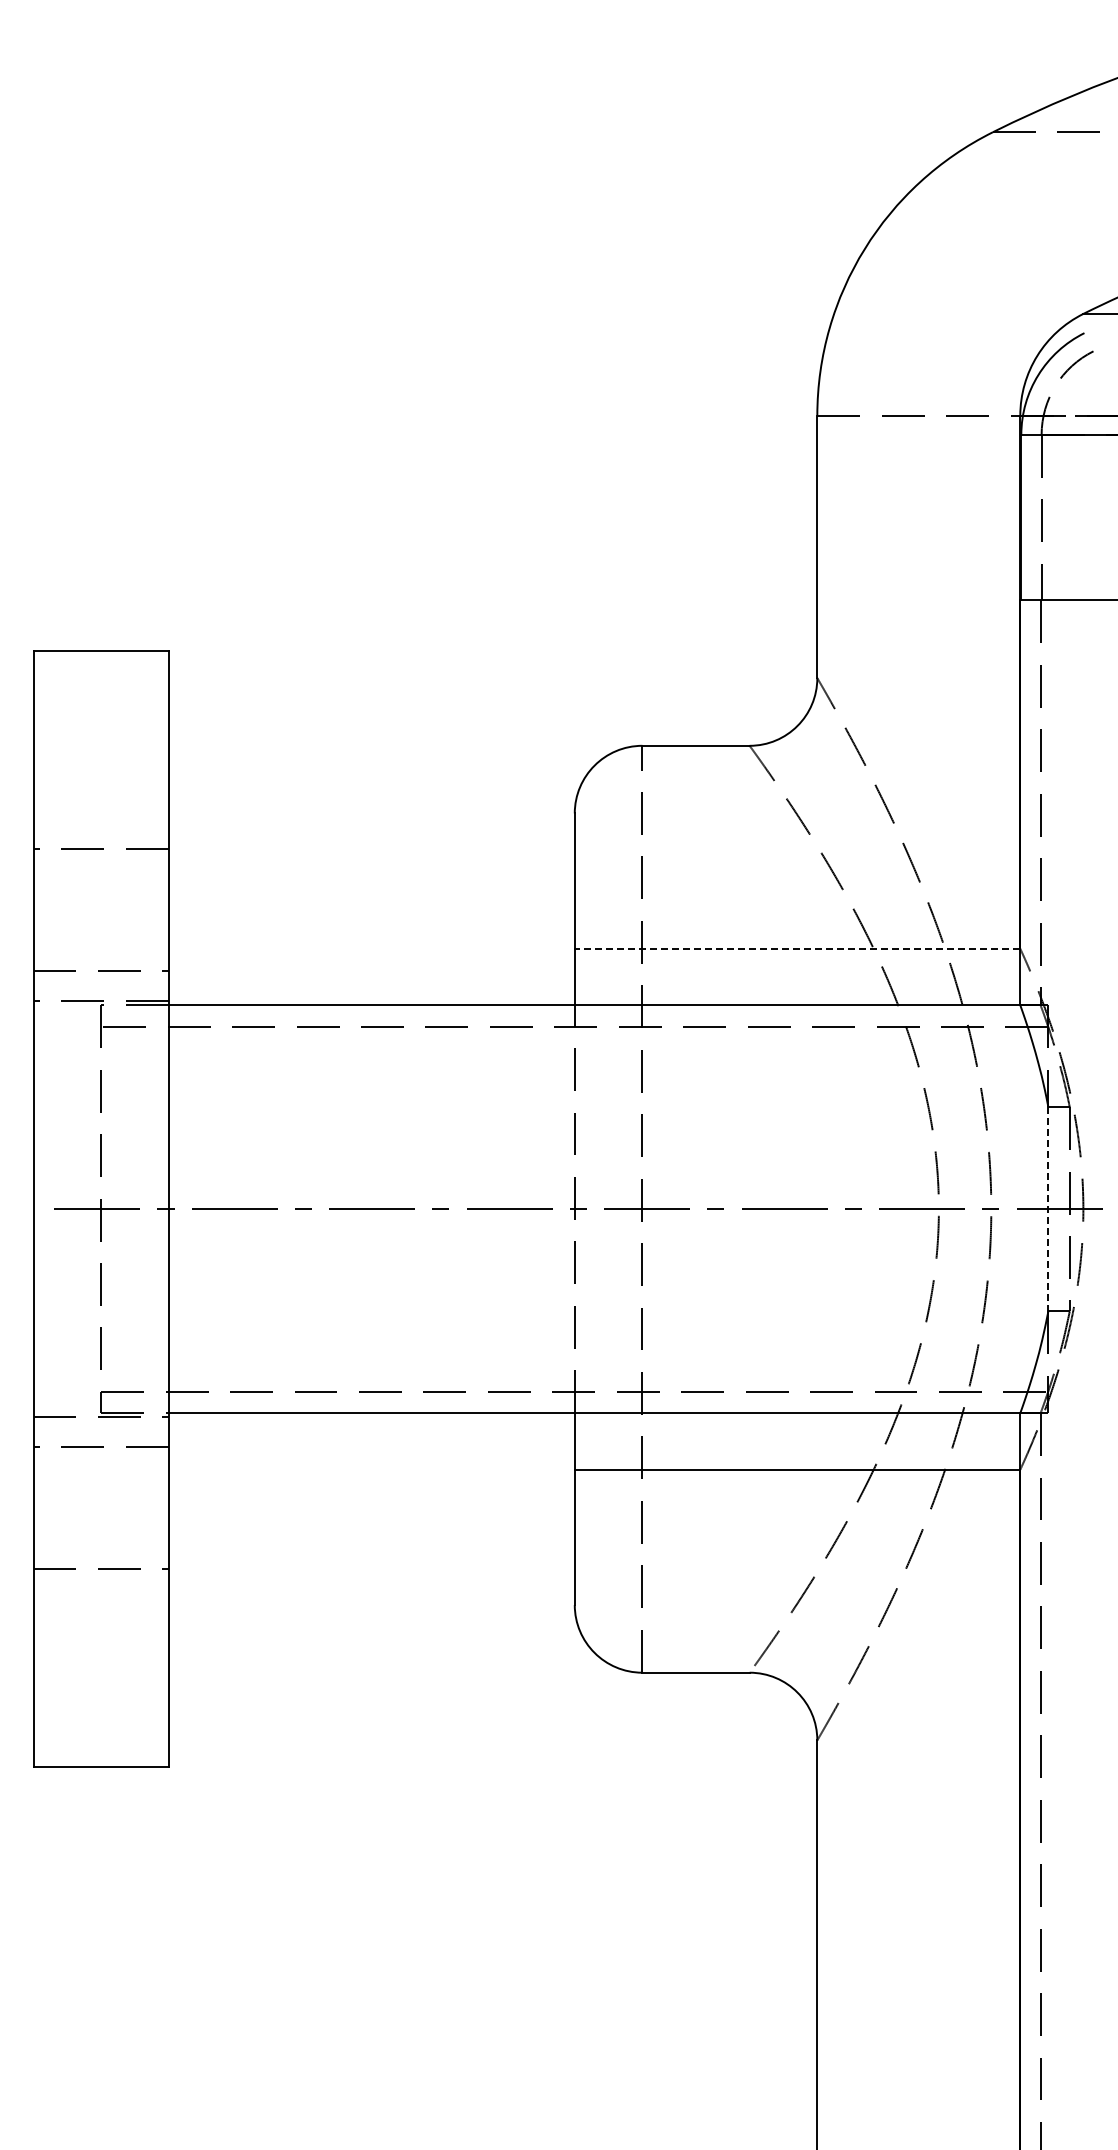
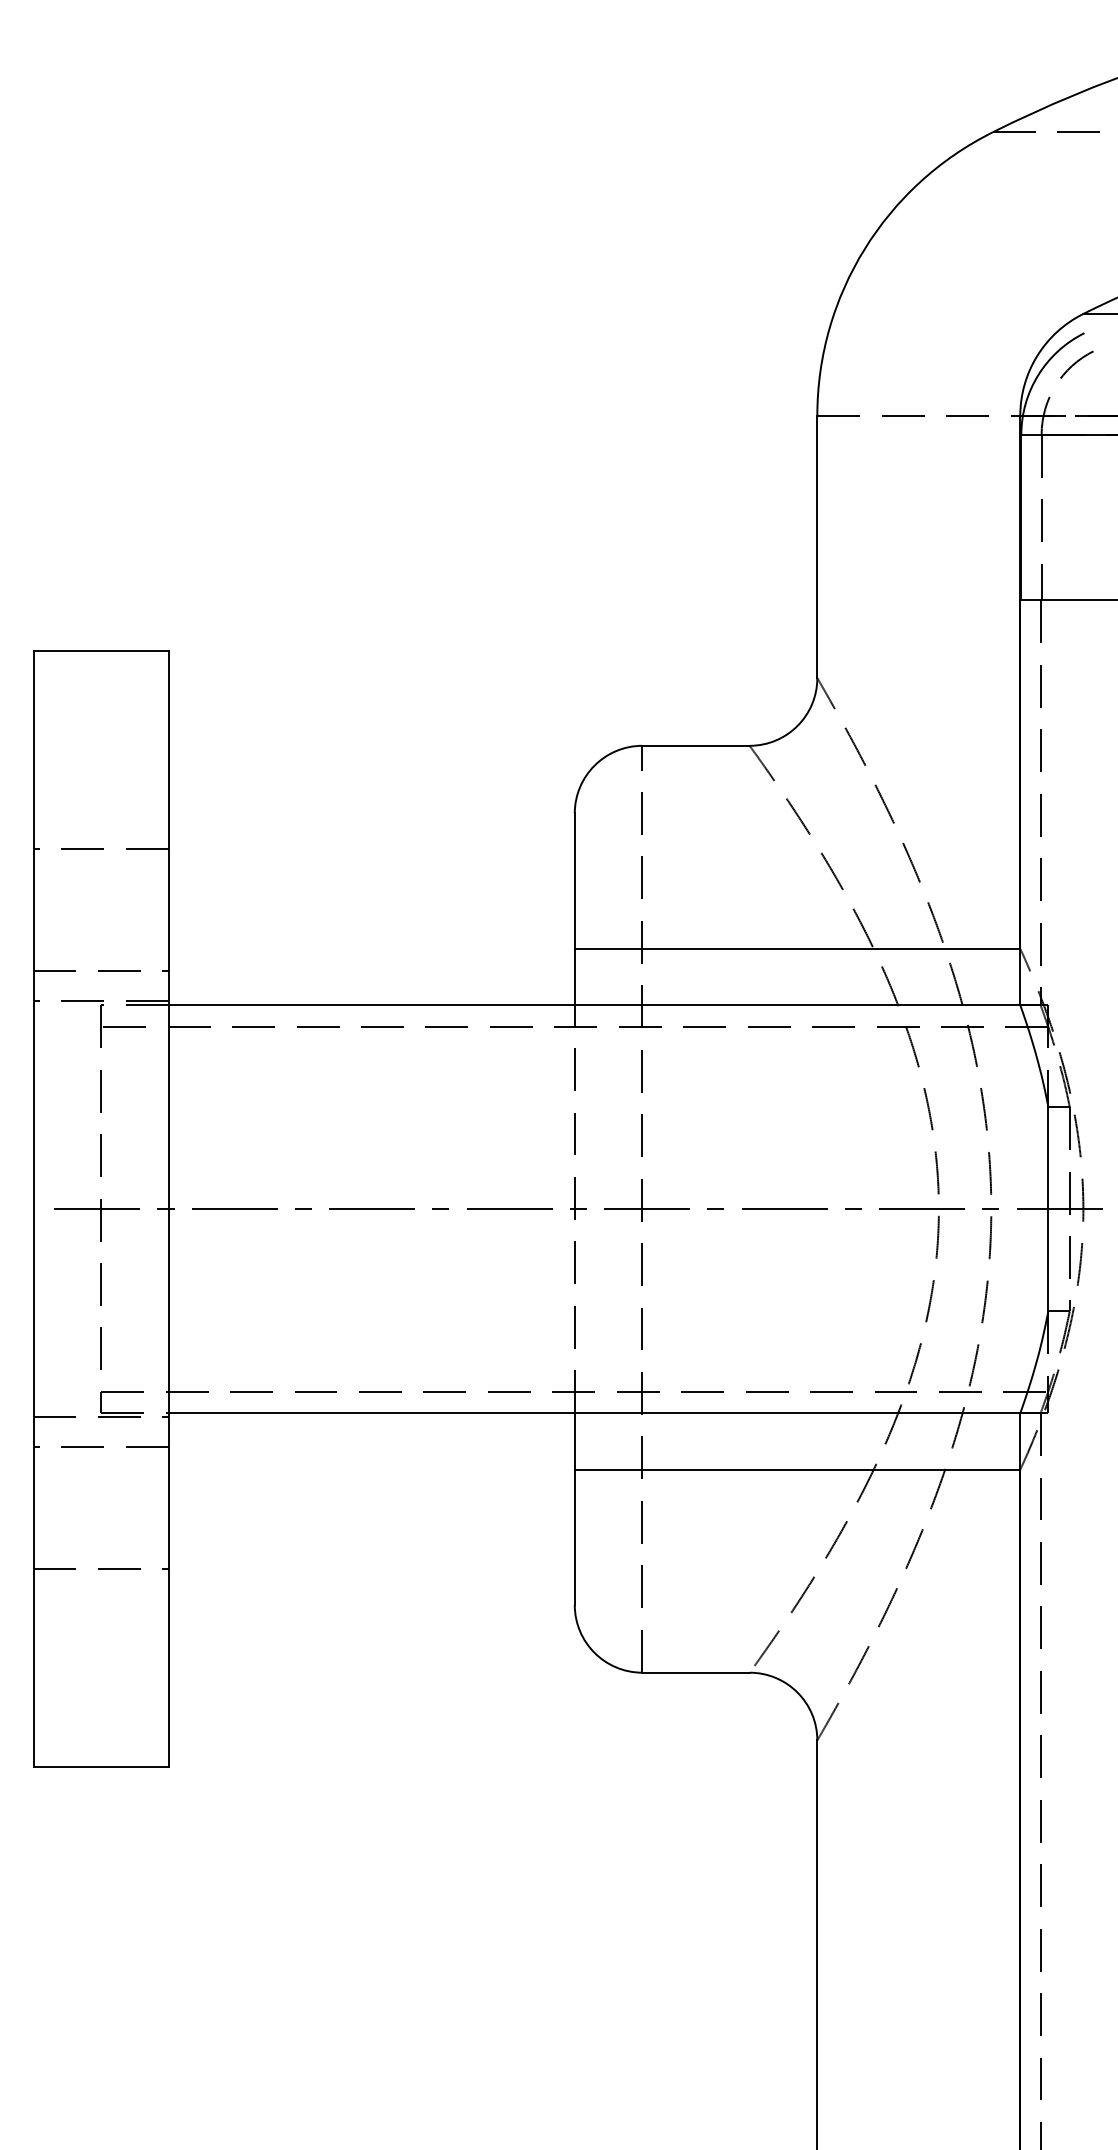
line at (797, 948): dashed -> solid
line at (1048, 1209): dashed -> solid
